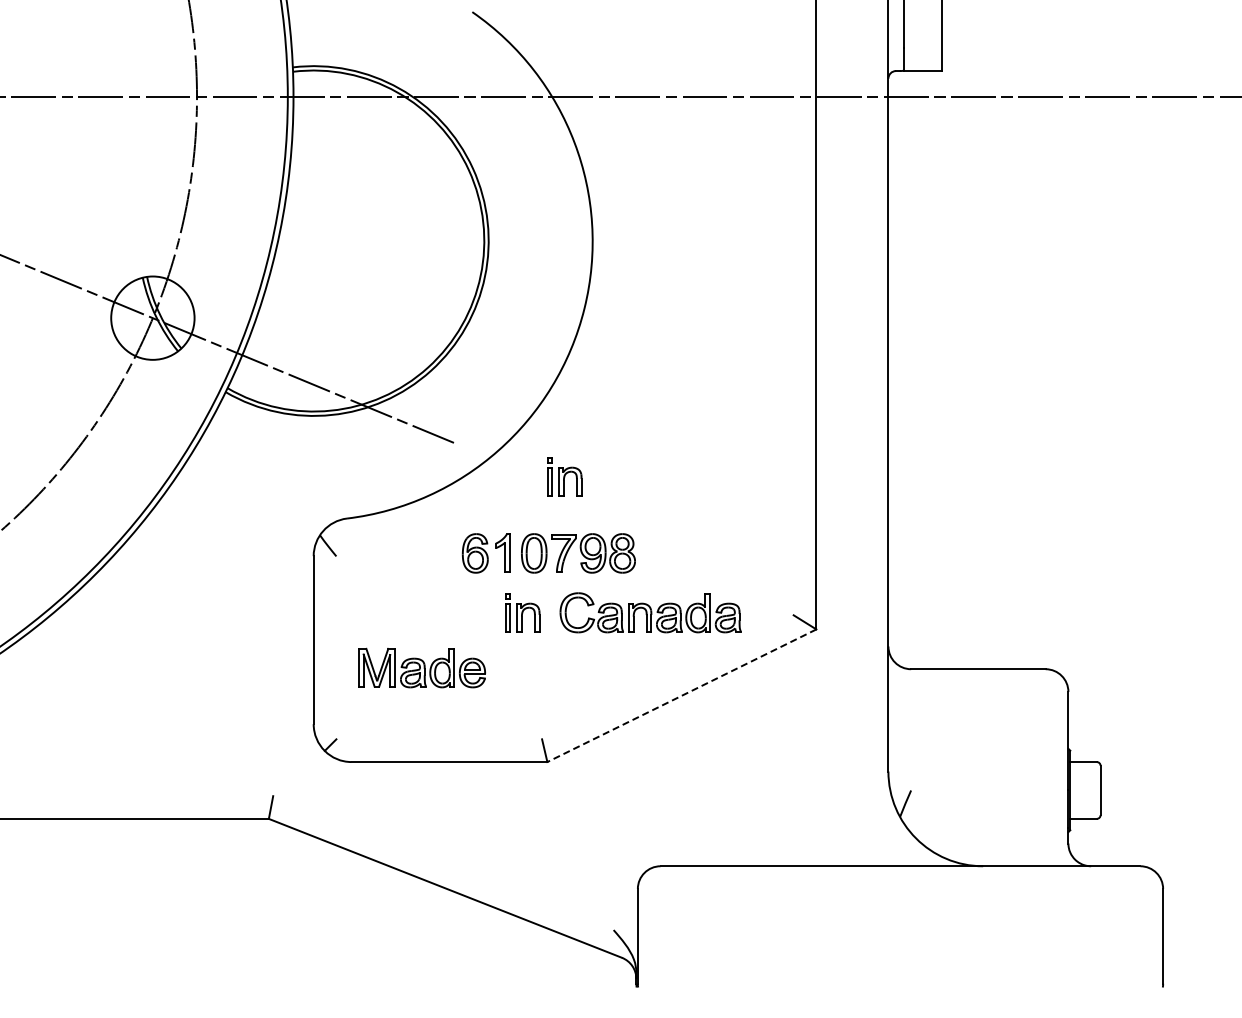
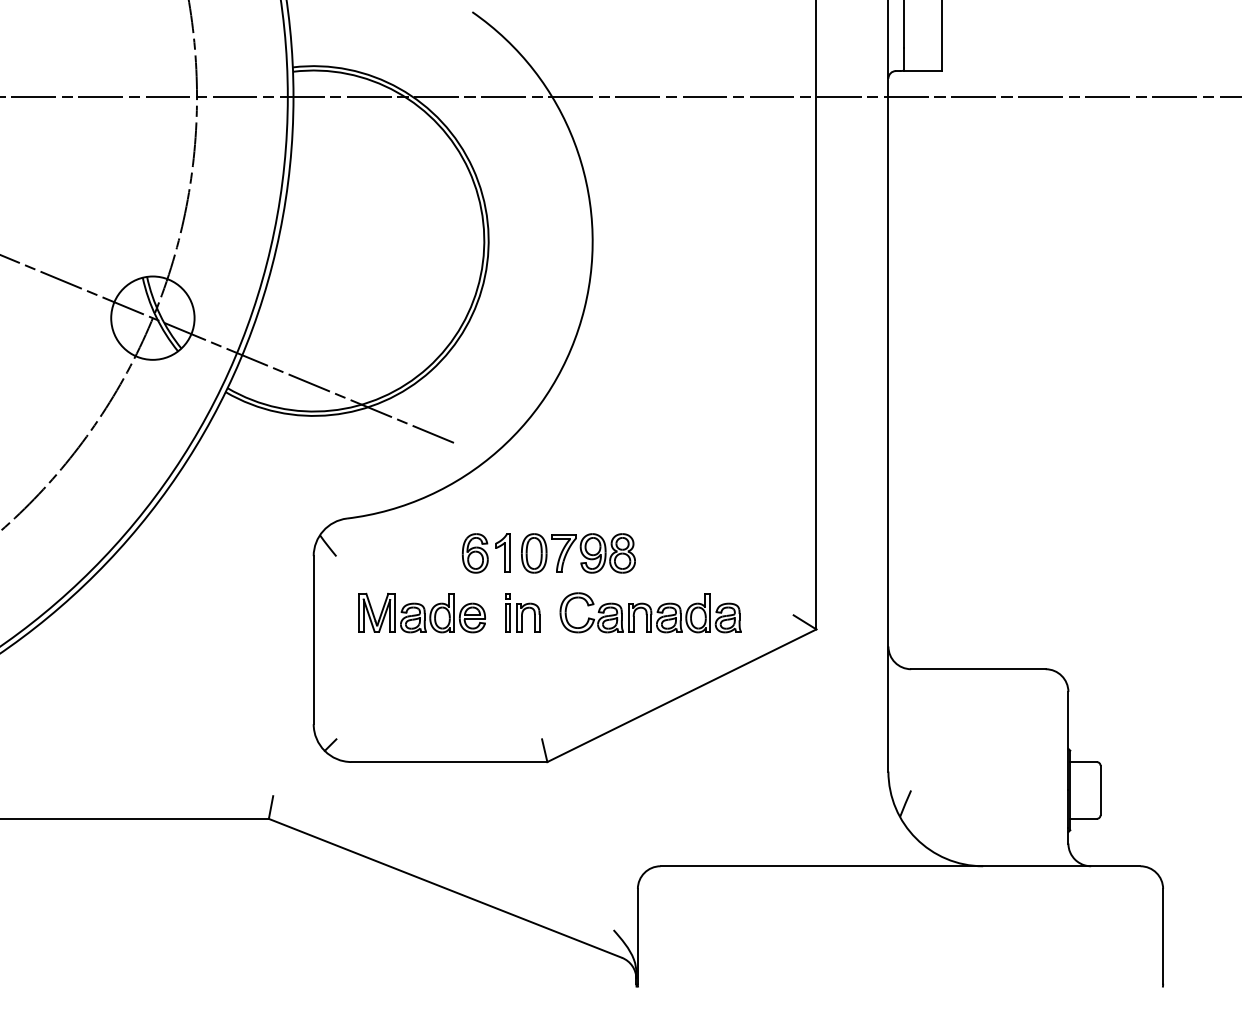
part at (564, 476): present -> none
part at (421, 667) position: (421, 667) -> (421, 612)
line at (681, 695): dashed -> solid
